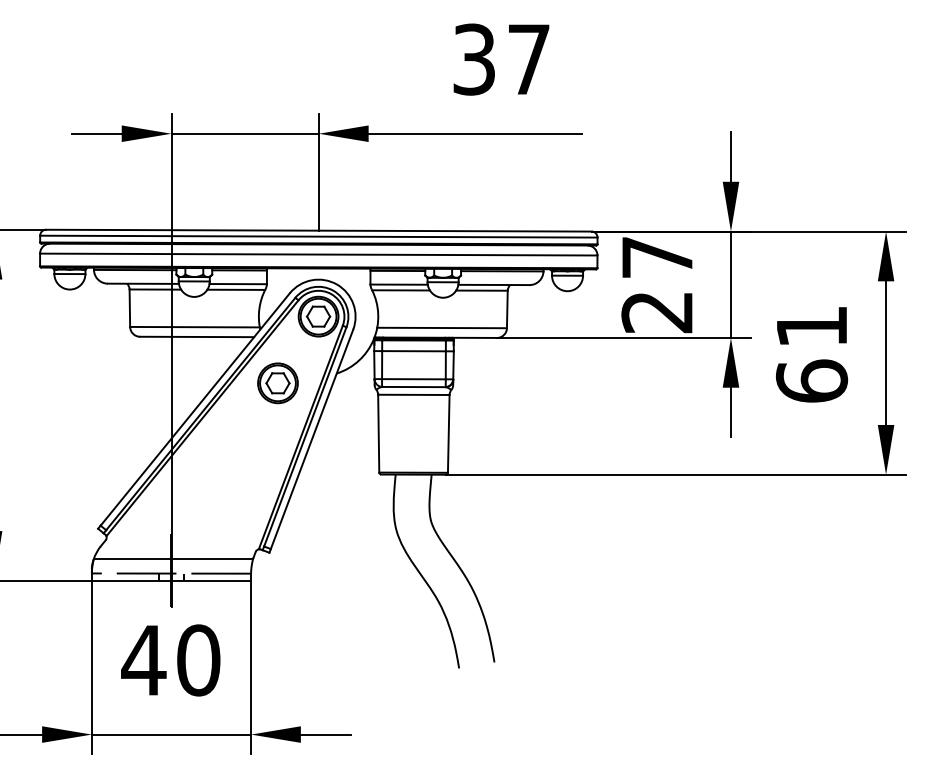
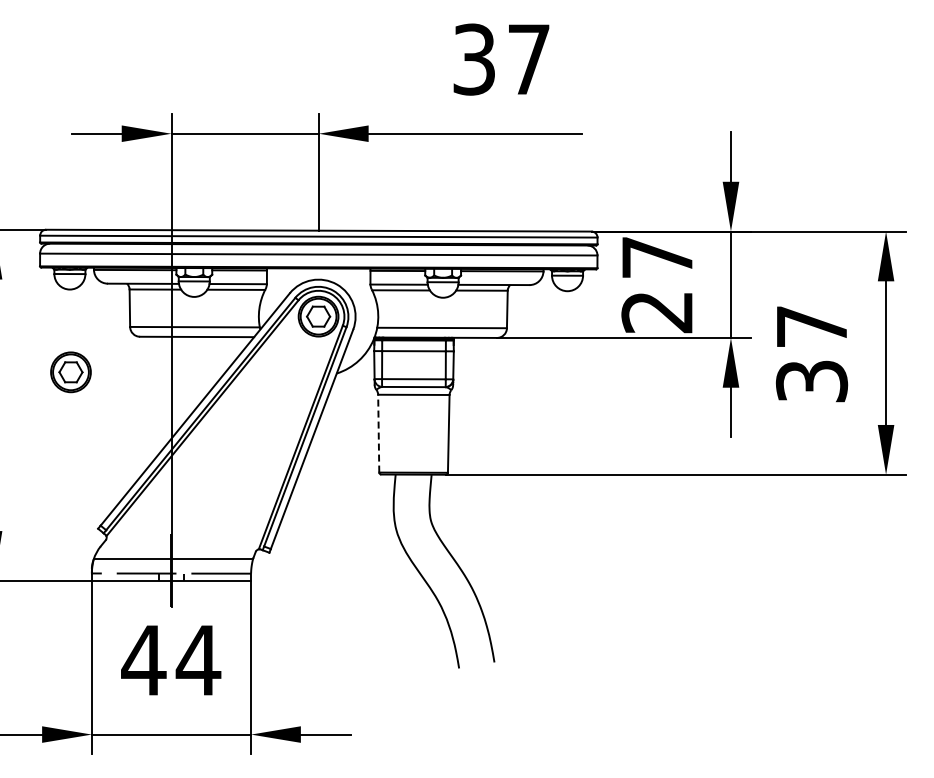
text at (811, 354): 61 -> 37
part at (277, 383) position: (277, 383) -> (70, 372)
line at (378, 433): solid -> dashed
text at (198, 660): 40 -> 44
